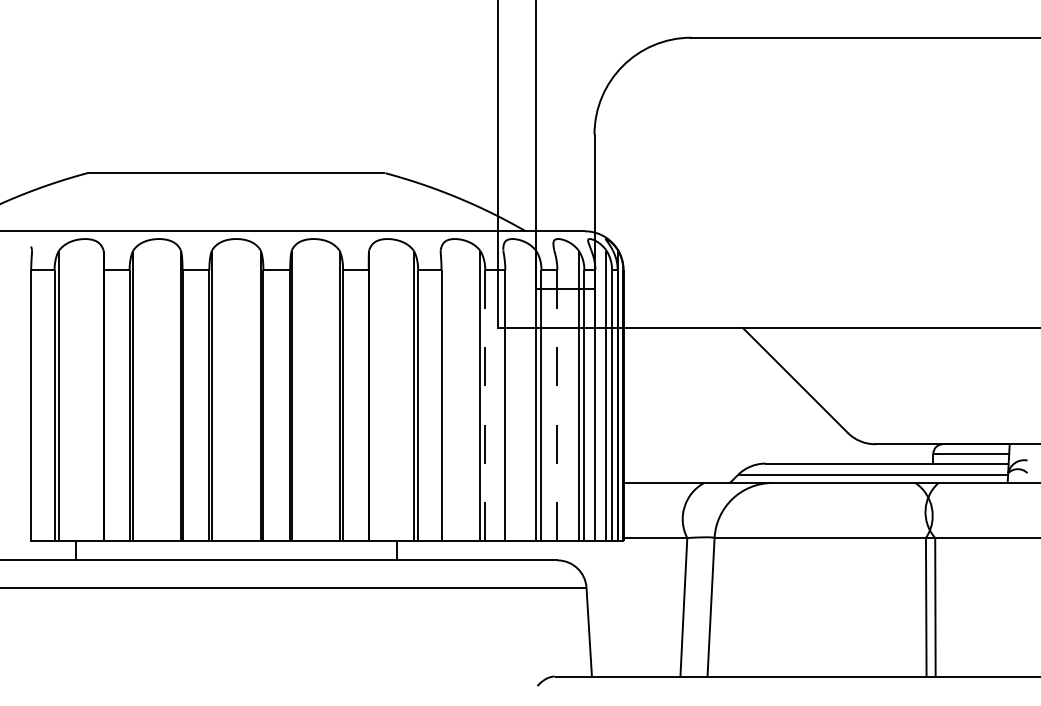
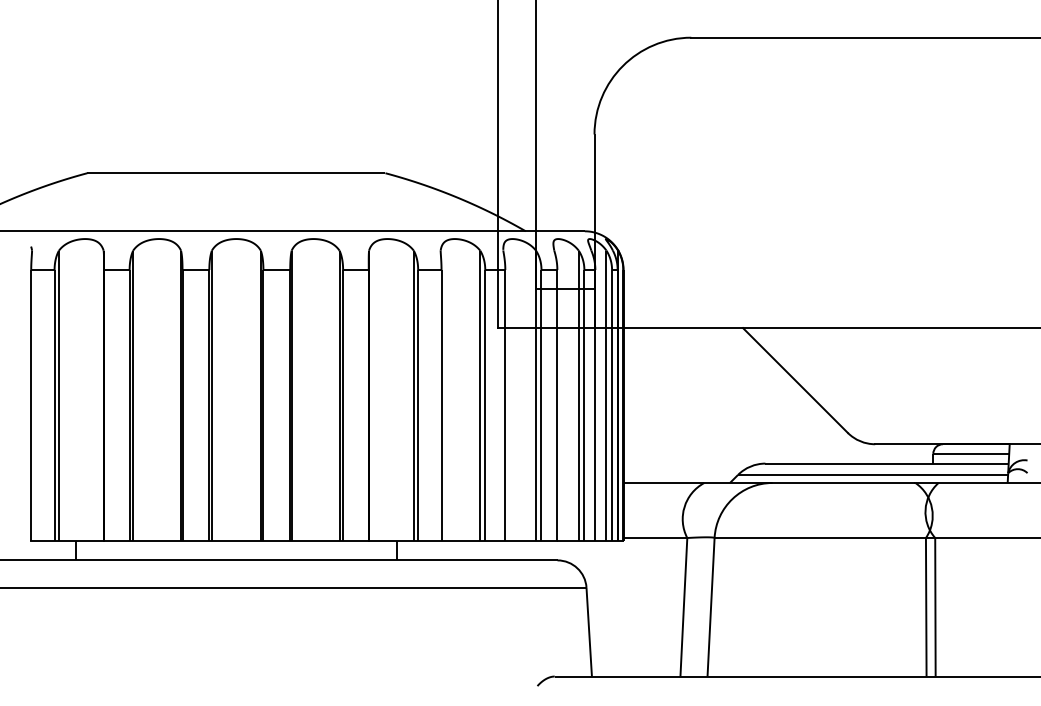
line at (485, 405): dashed -> solid
line at (557, 405): dashed -> solid
